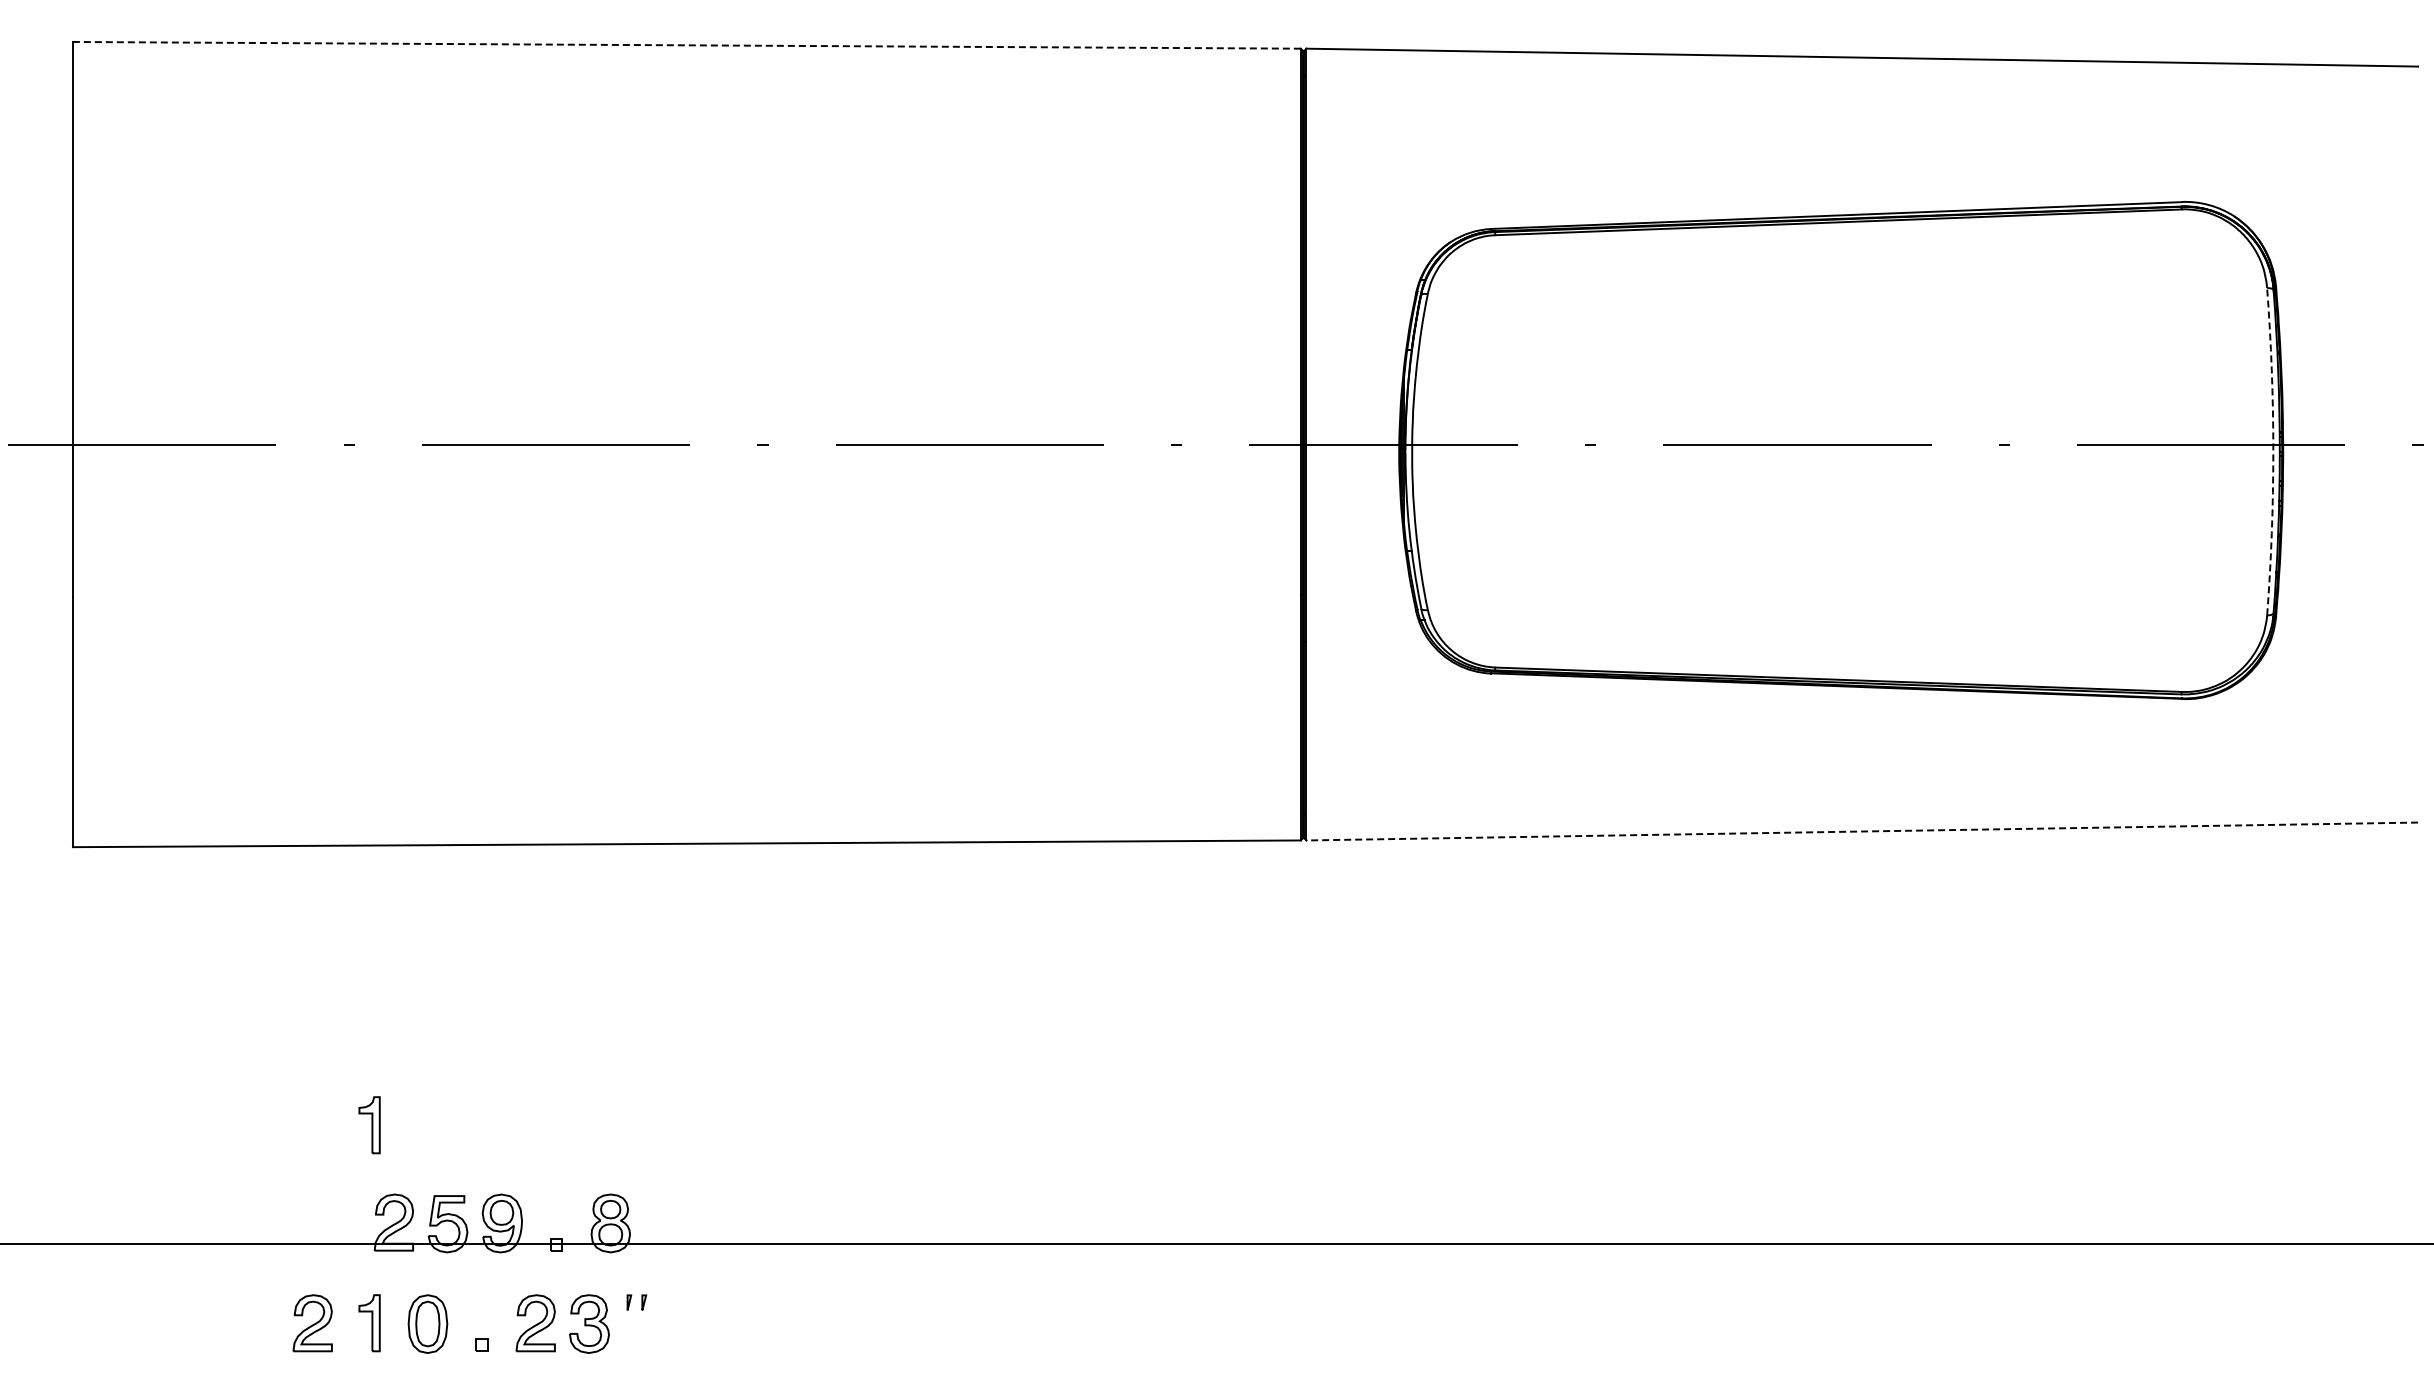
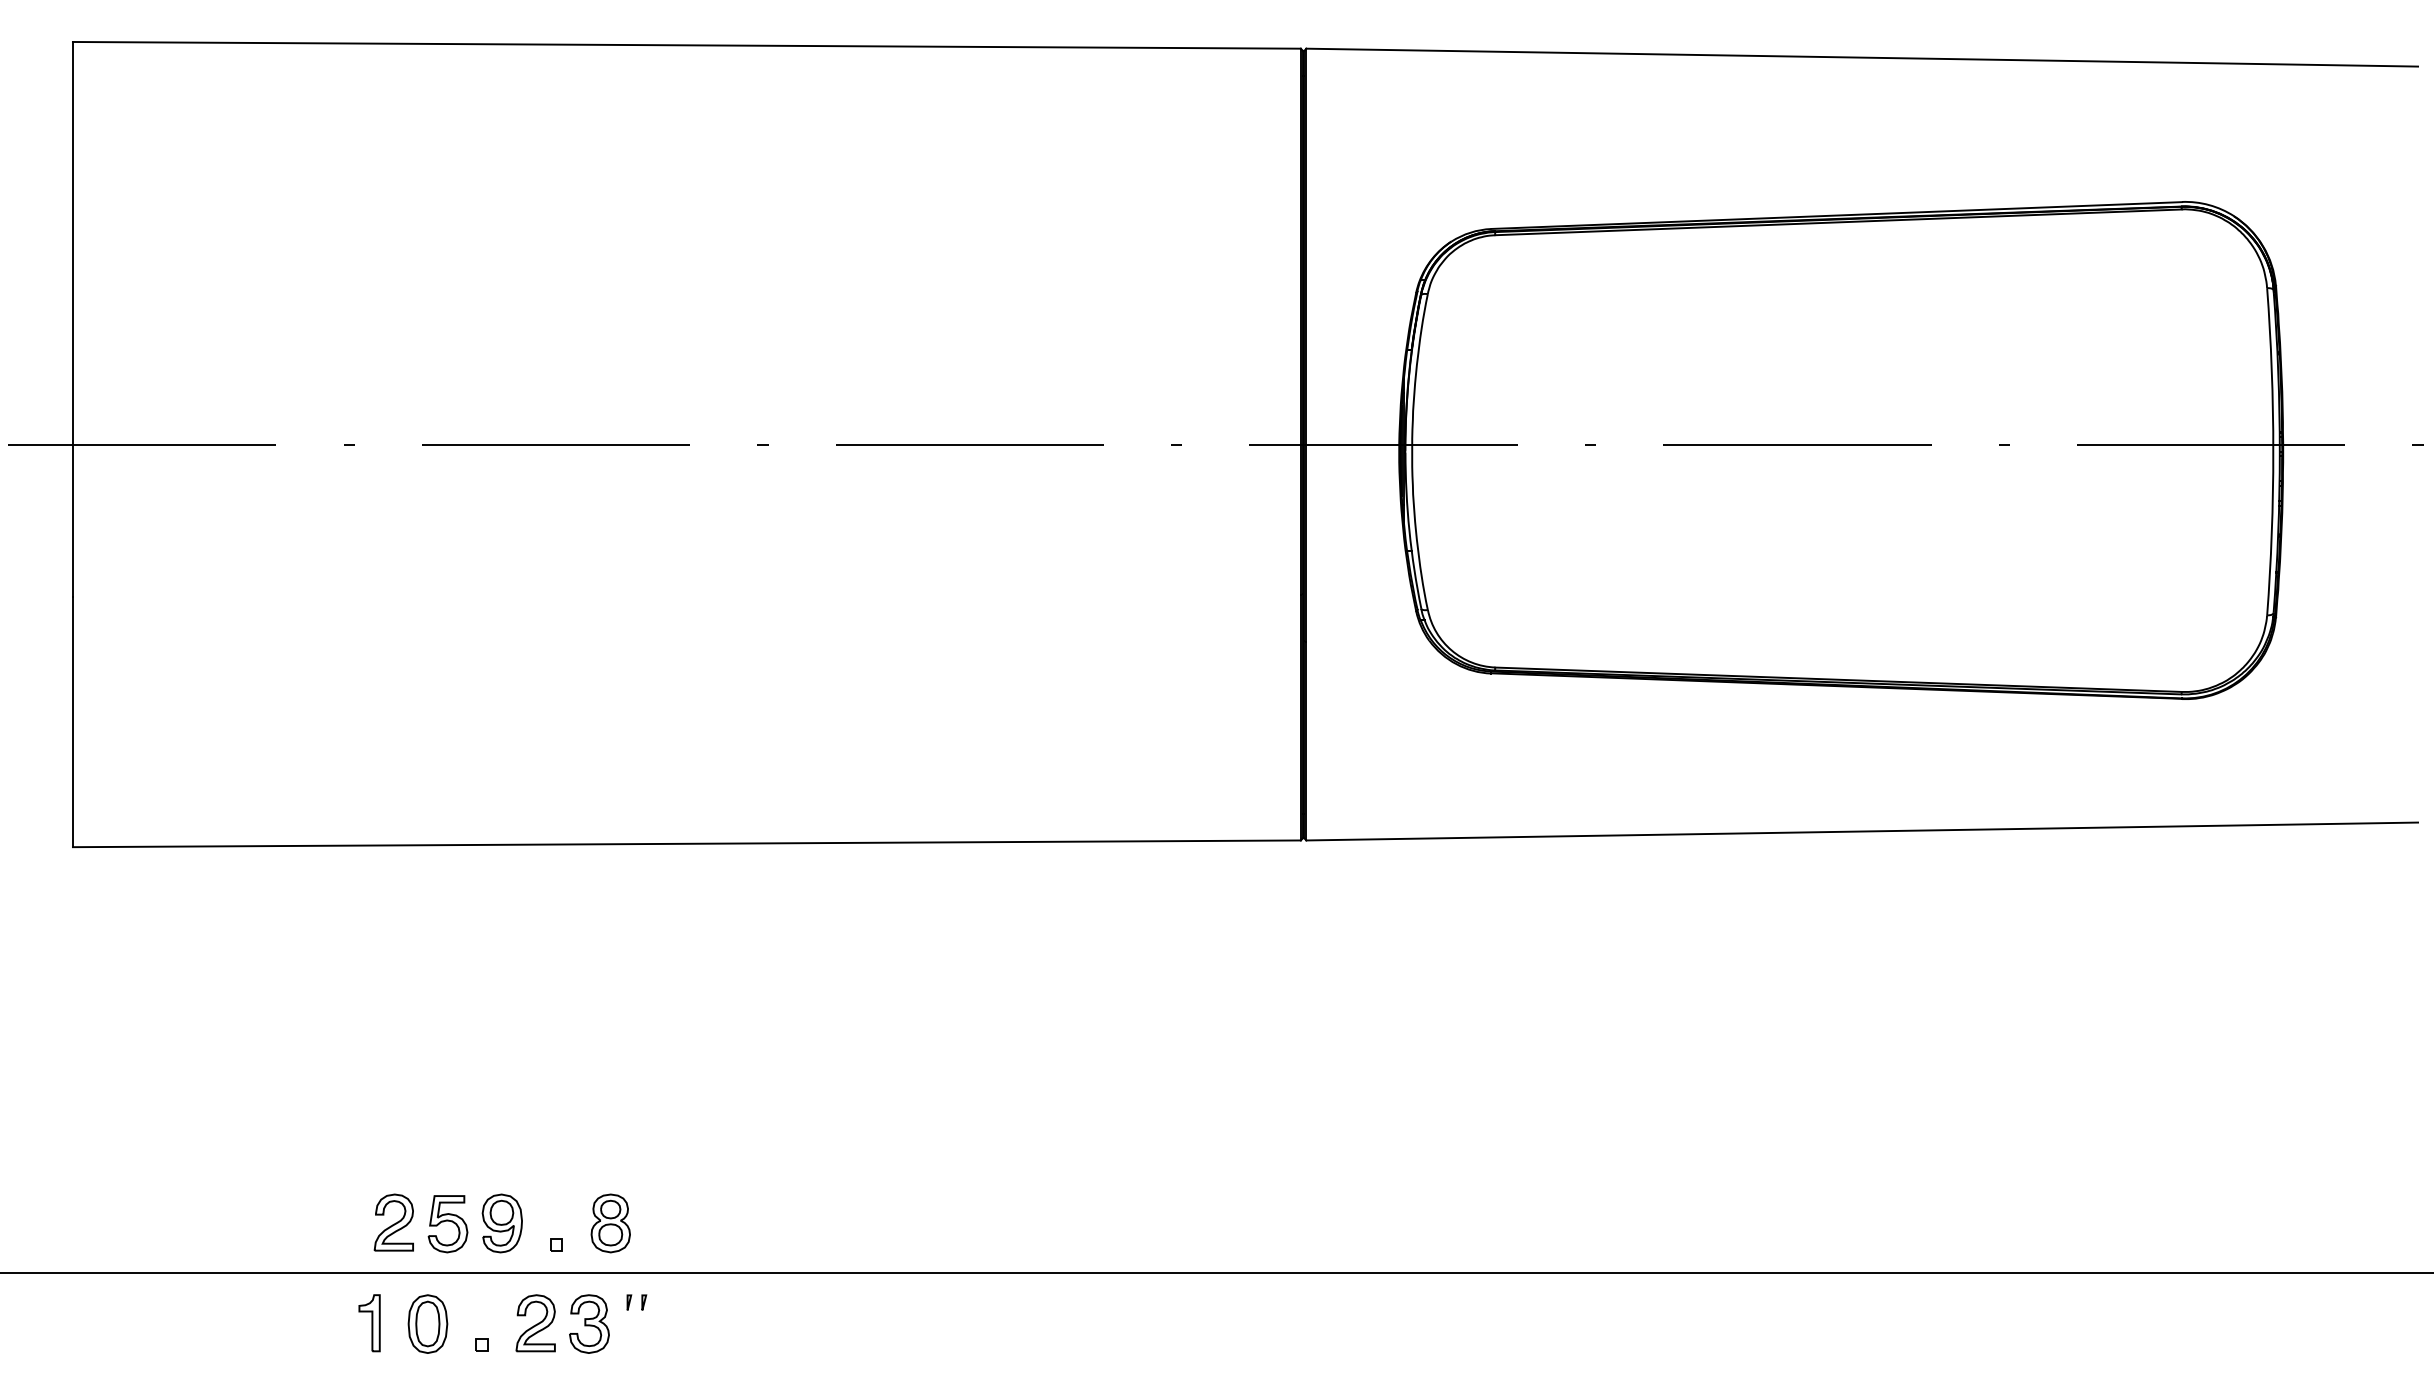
line at (686, 45): dashed -> solid
arc at (2273, 451): dashed -> solid
line at (1862, 831): dashed -> solid
part at (369, 1125): present -> none
line at (1216, 1244) position: (1216, 1244) -> (1216, 1273)
part at (312, 1323): present -> none
